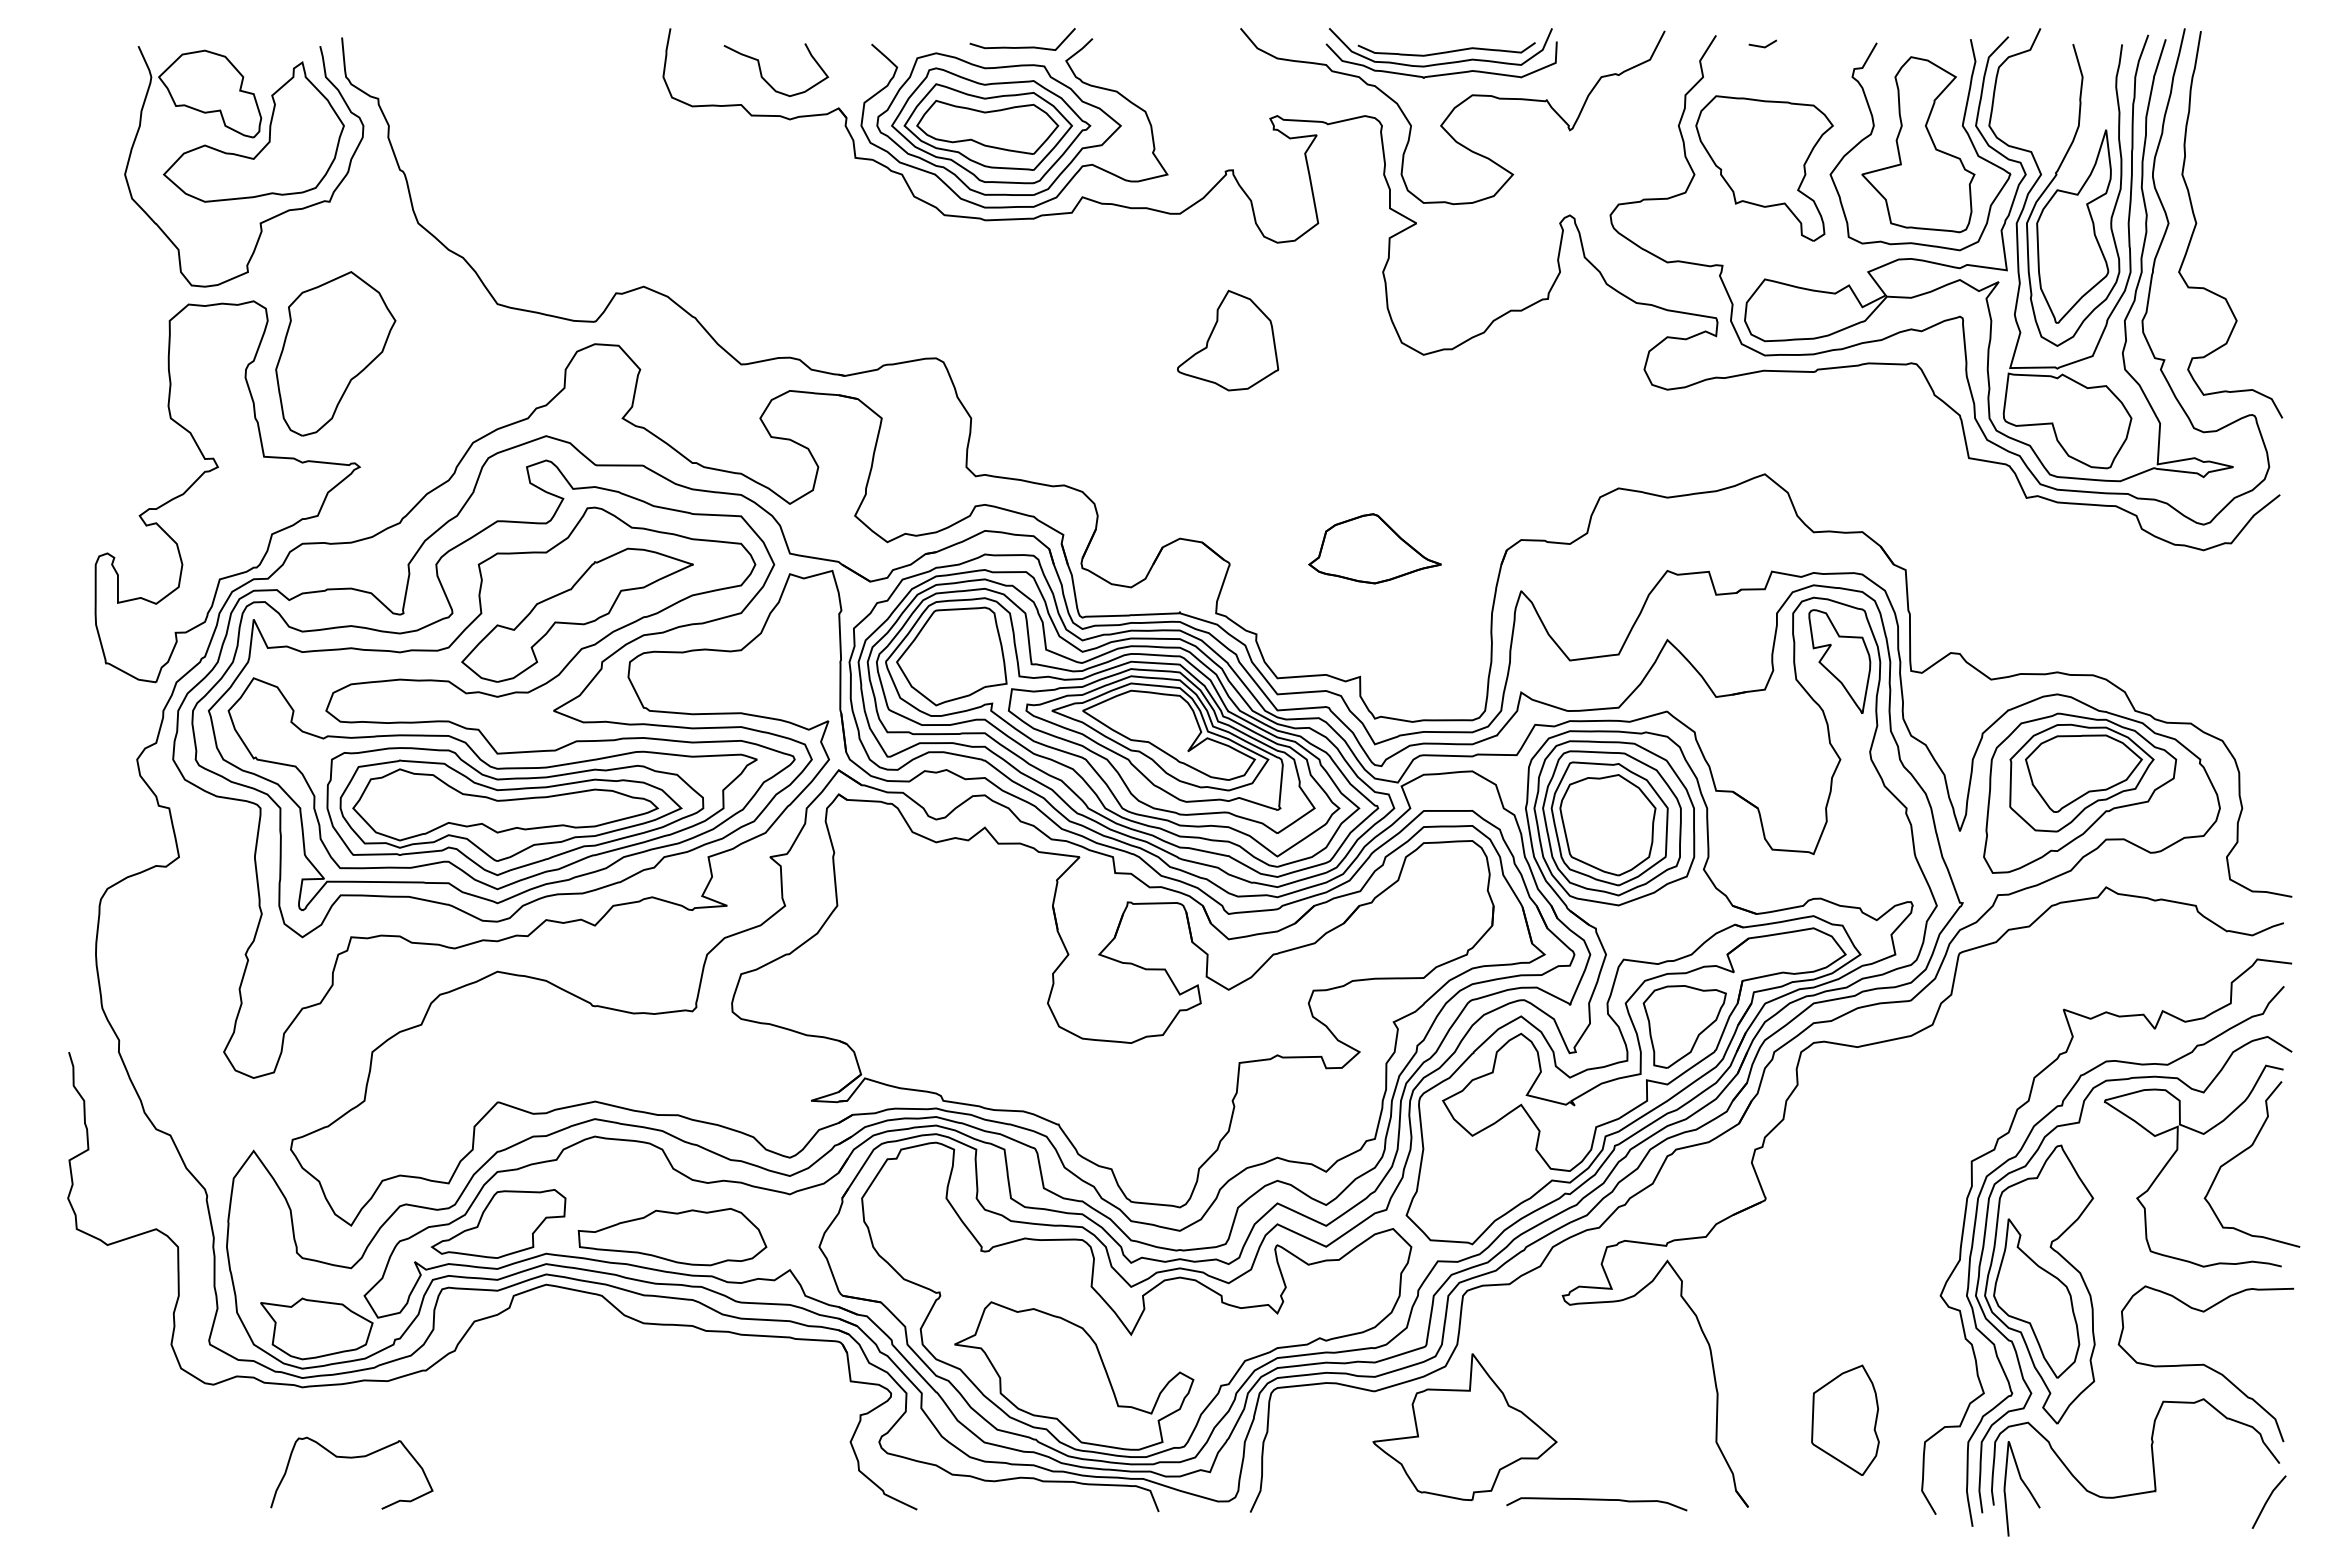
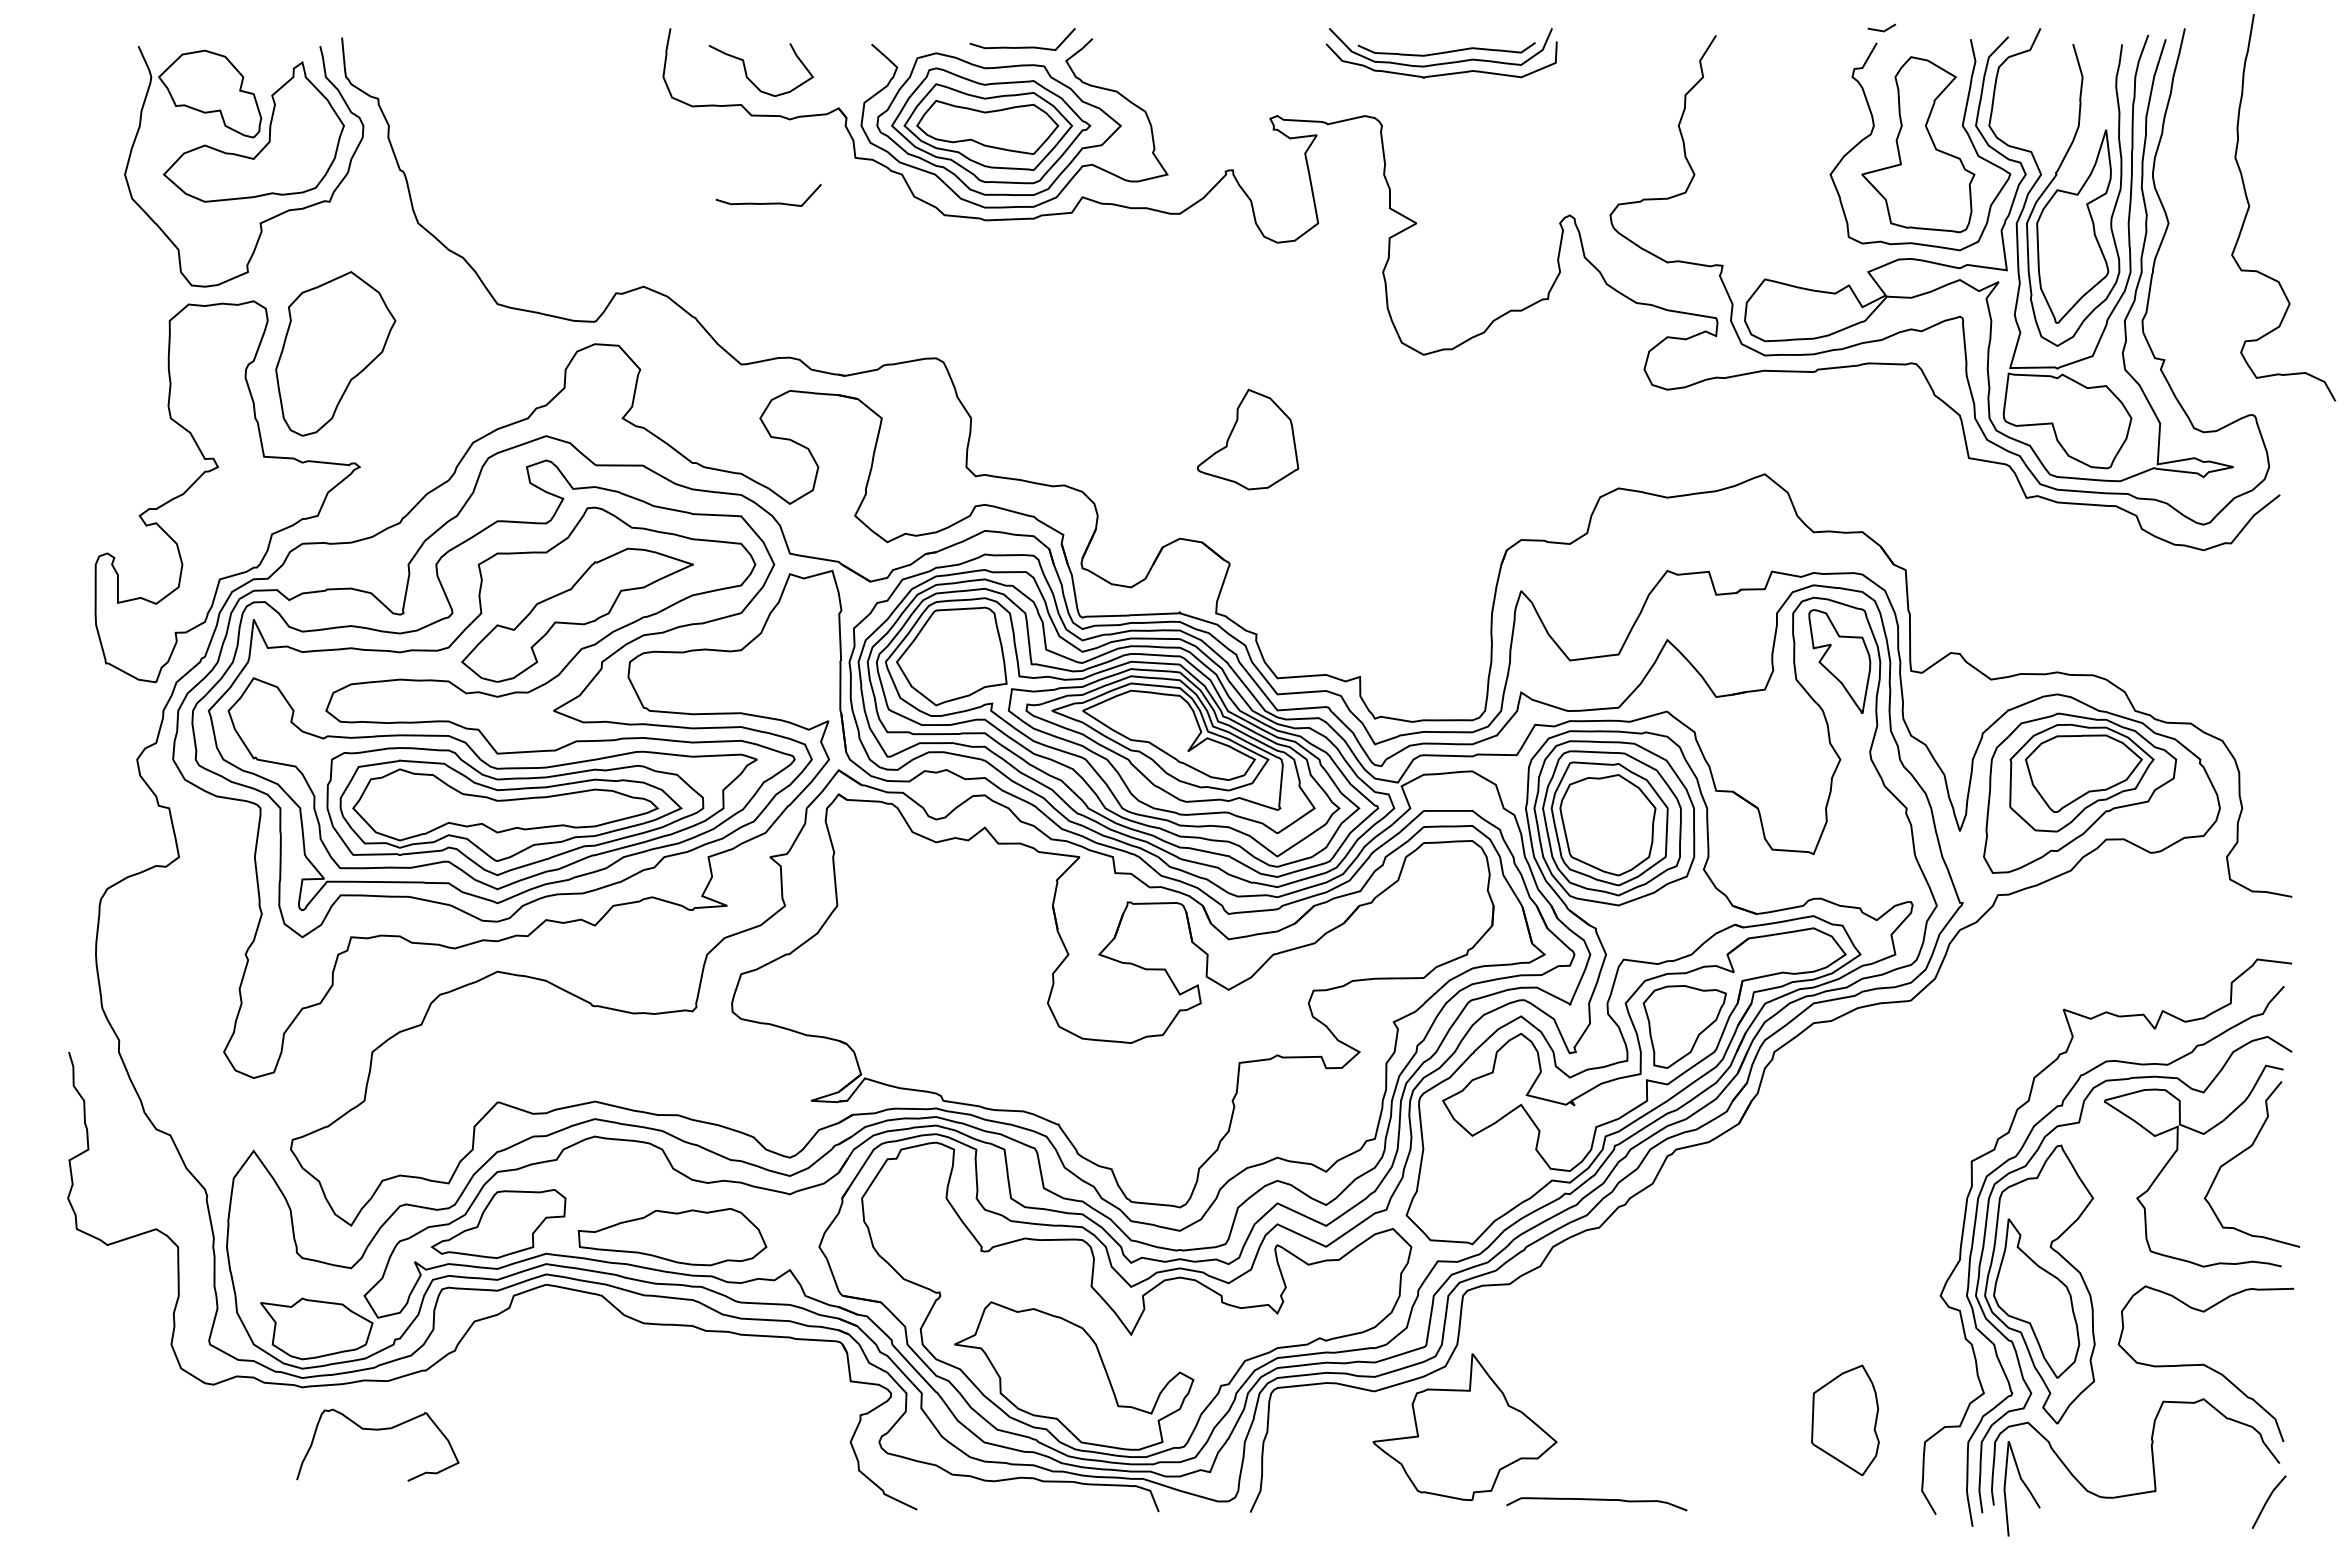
line at (1761, 45) position: (1761, 45) -> (1880, 29)
curve at (762, 74) position: (762, 74) -> (747, 74)
curve at (1450, 115): present -> none
part at (1764, 168): present -> none
curve at (768, 202): none -> present
curve at (2197, 223) position: (2197, 223) -> (2250, 206)
part at (1228, 340) position: (1228, 340) -> (1248, 439)
part at (1374, 548): present -> none
part at (1766, 1197): present -> none
curve at (351, 1458) position: (351, 1458) -> (377, 1430)
